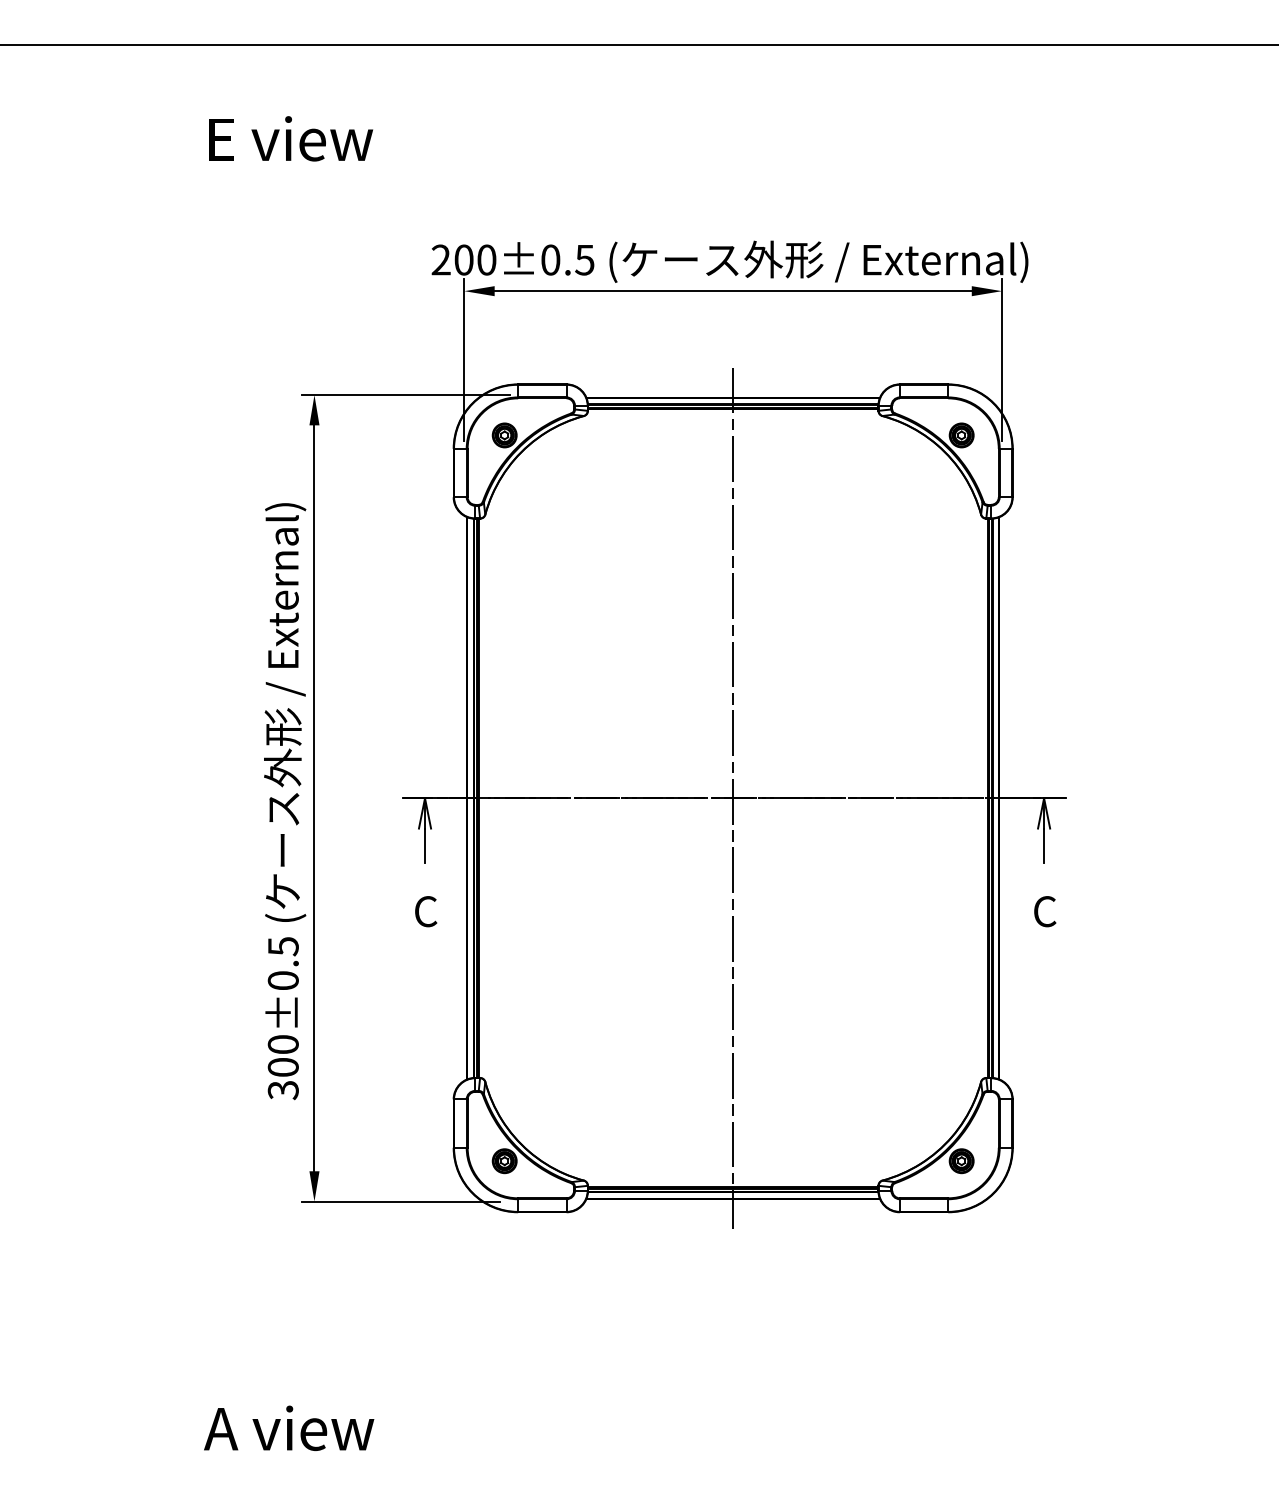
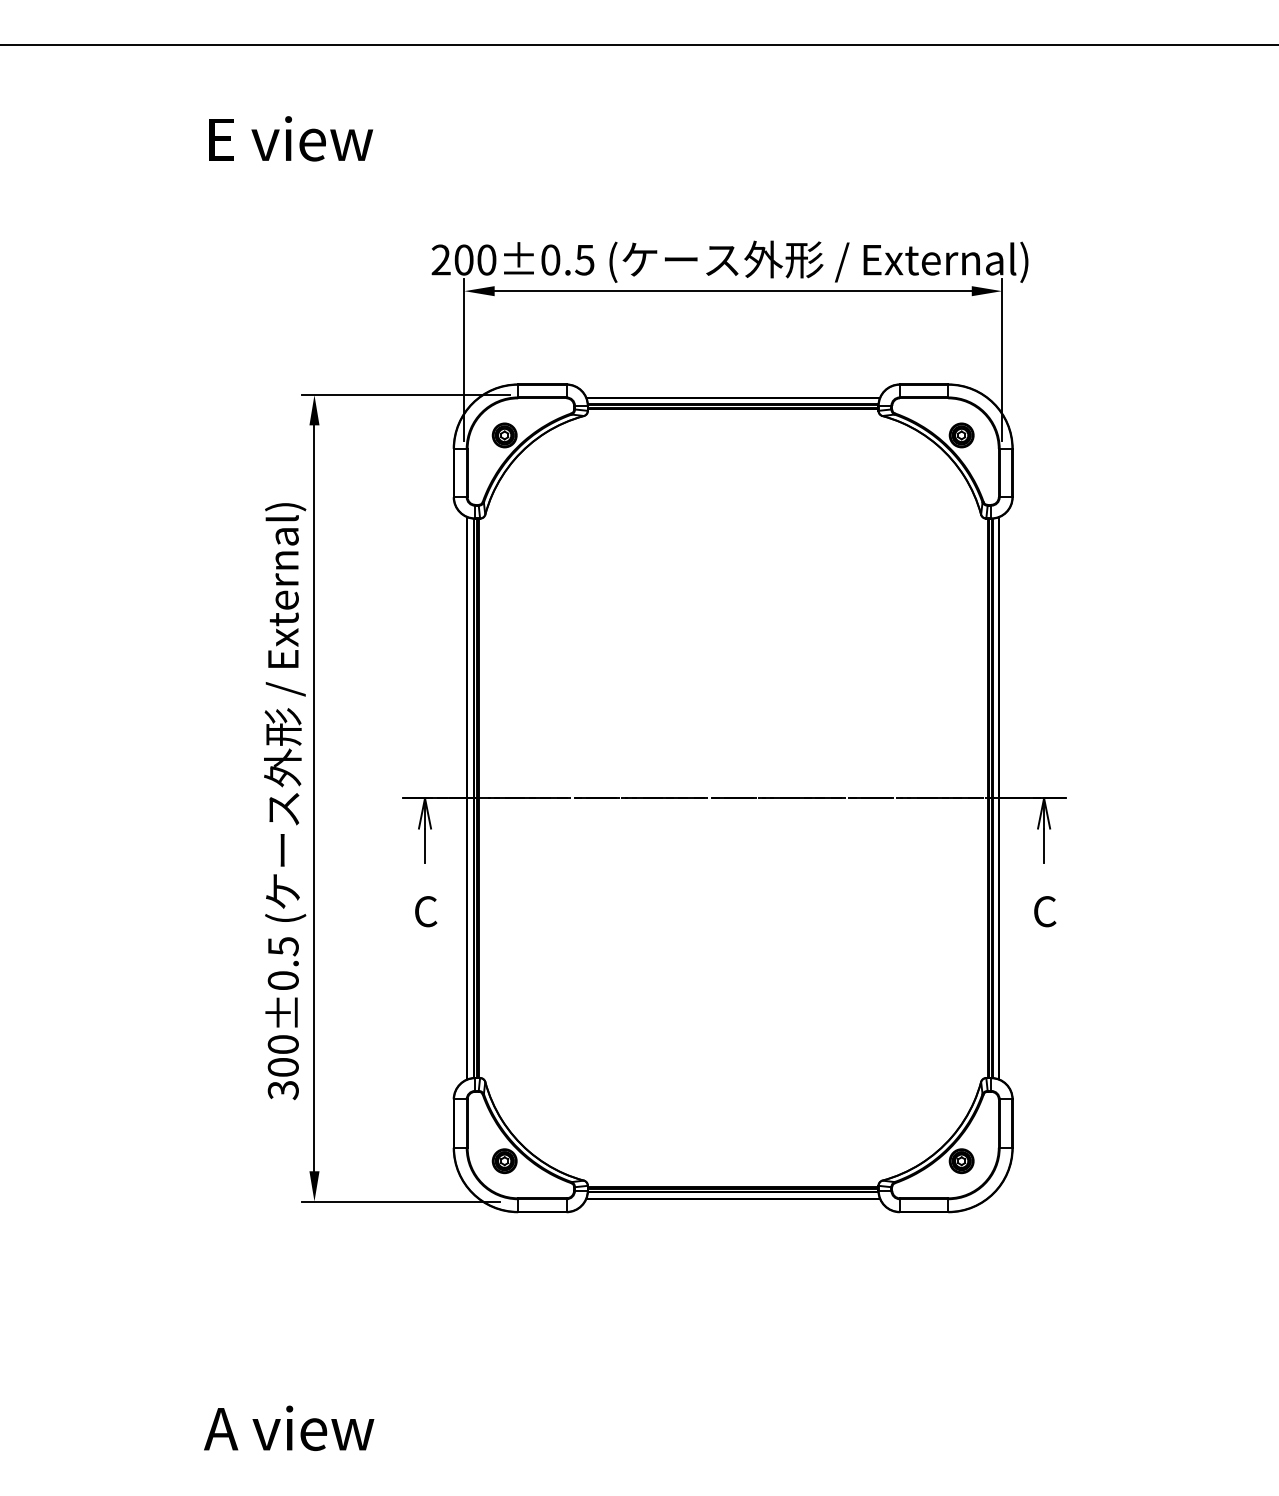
line at (733, 798): present -> none
